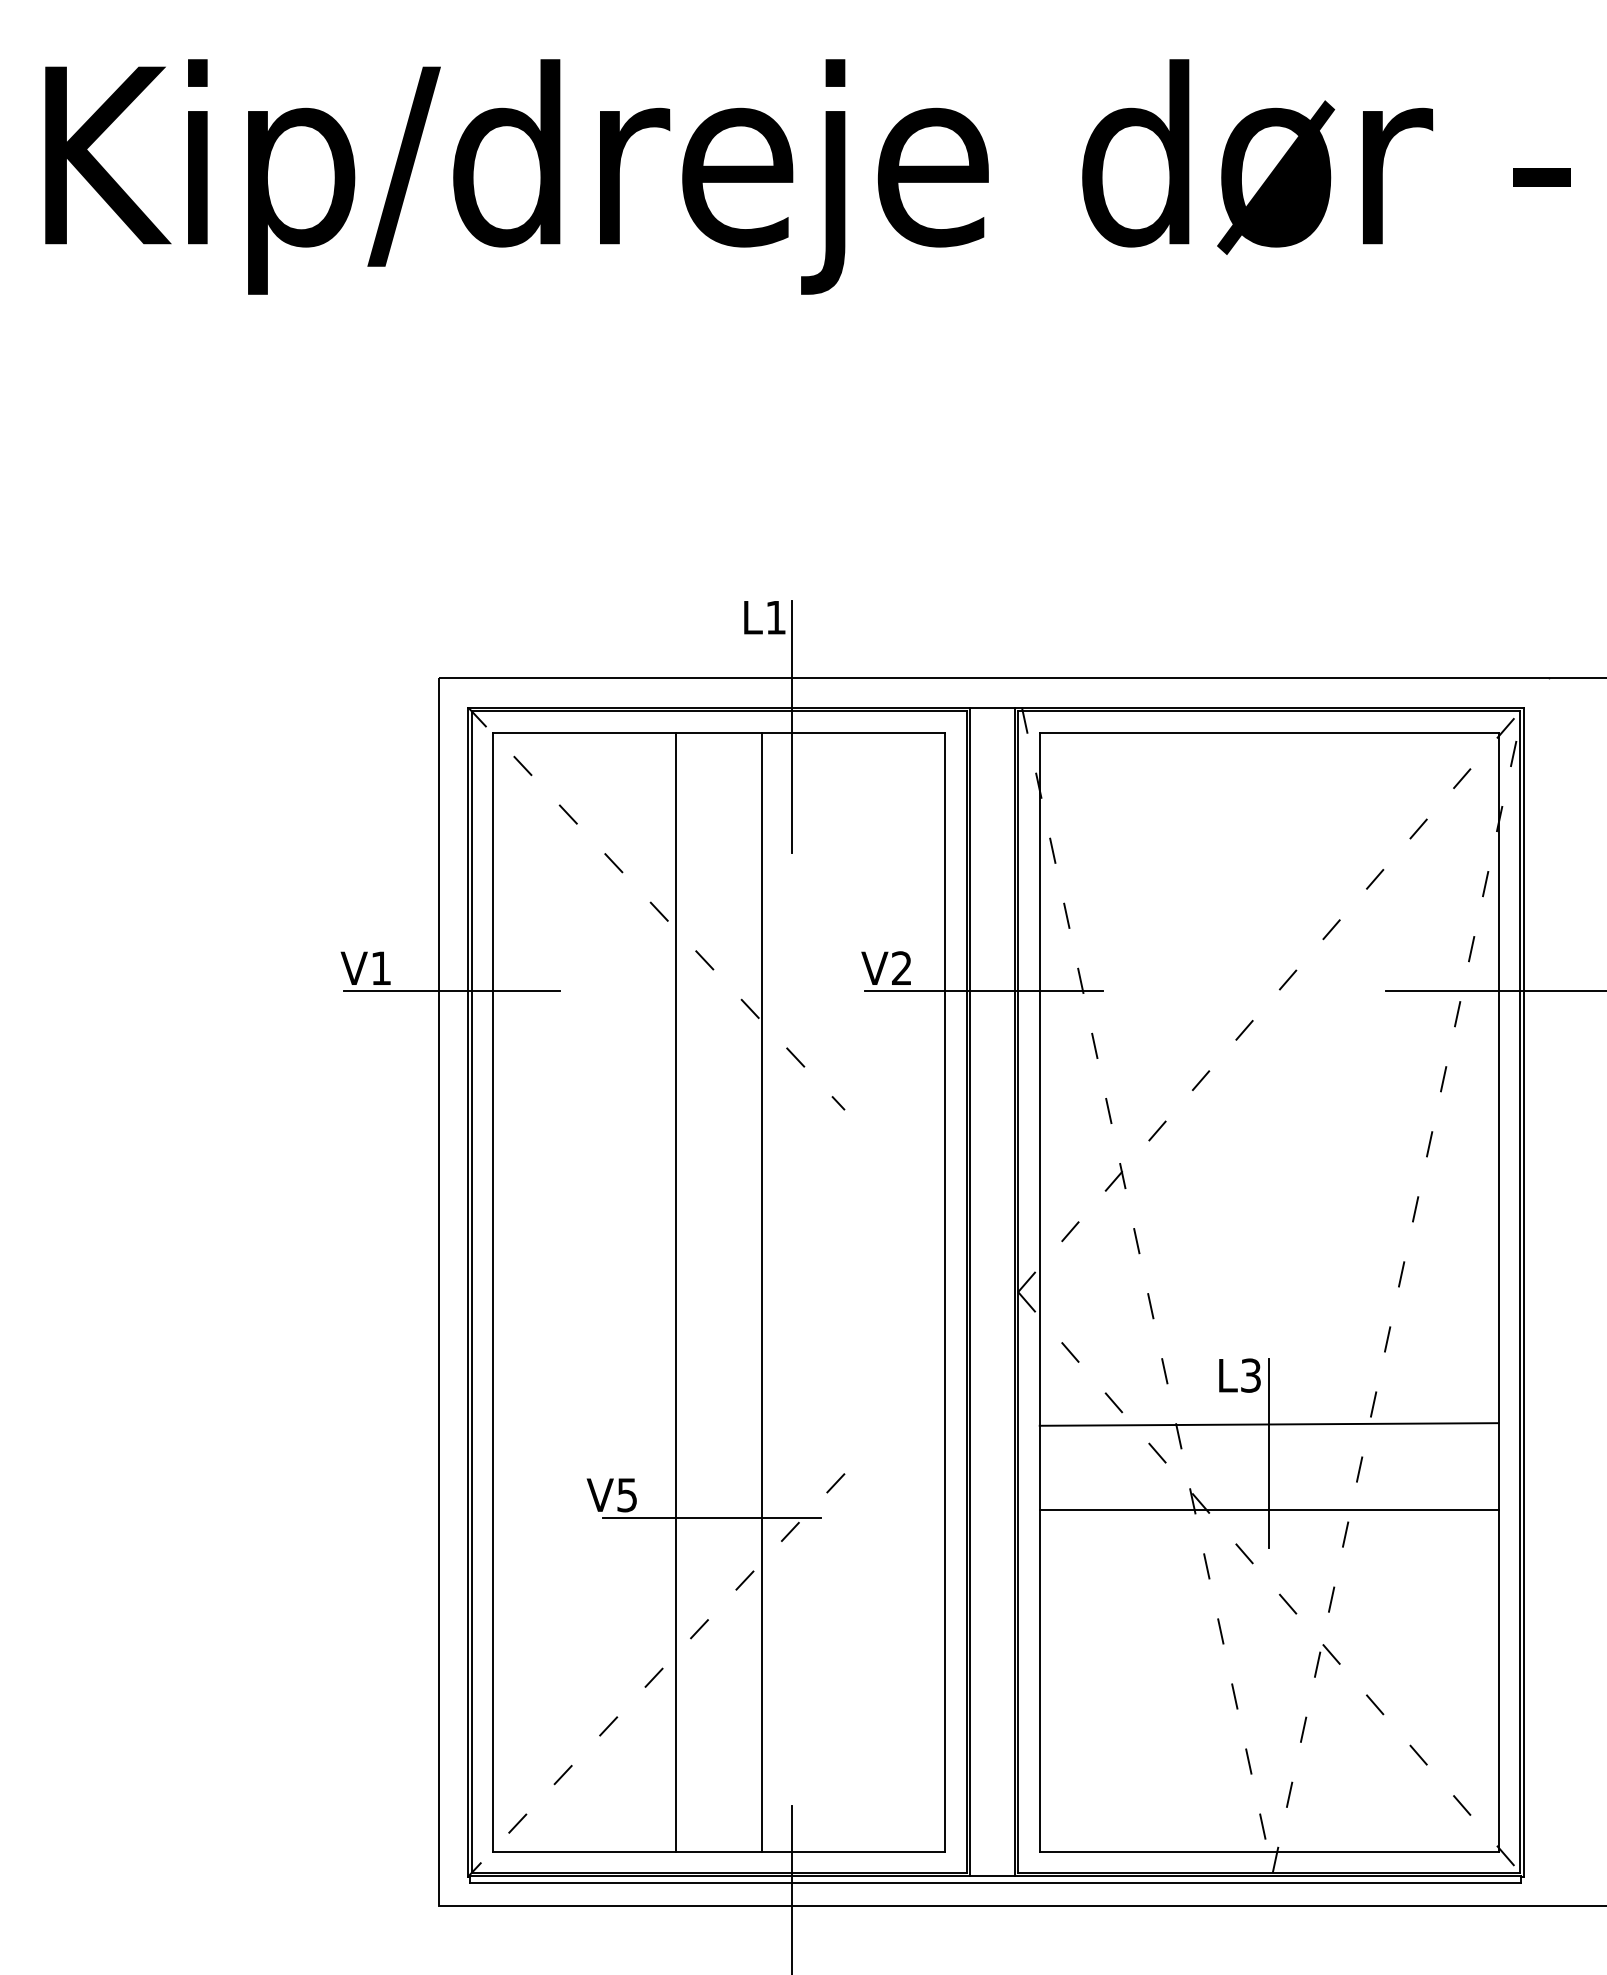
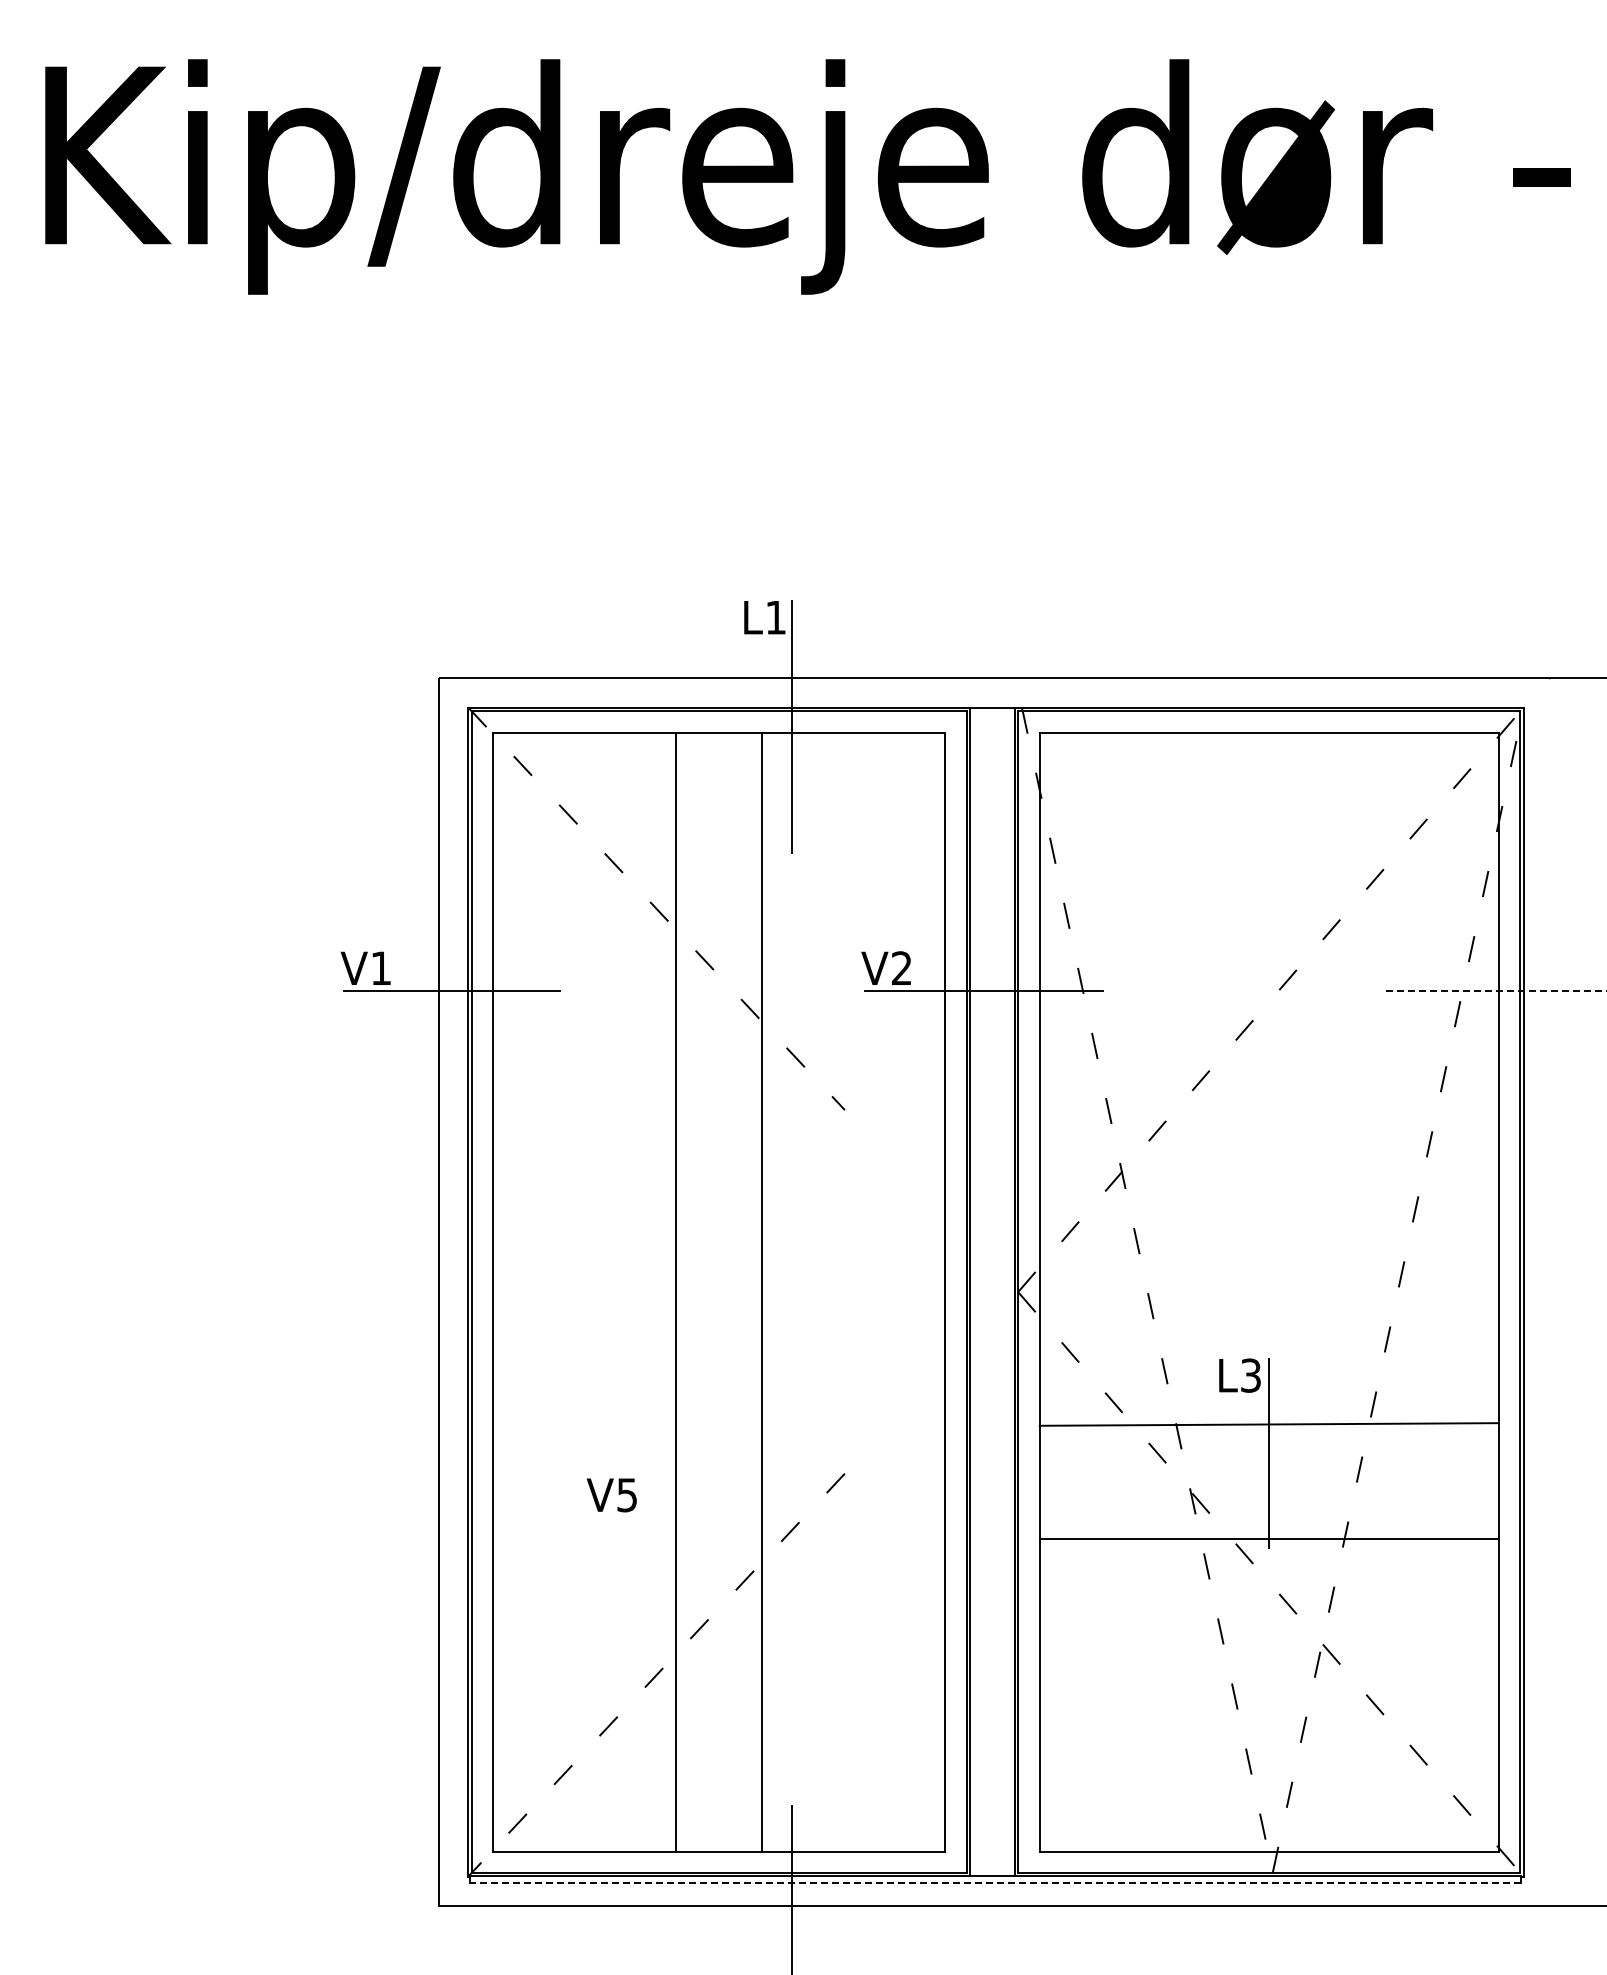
line at (1496, 991): solid -> dashed
line at (1268, 1509) position: (1268, 1509) -> (1268, 1538)
line at (712, 1517): present -> none
line at (995, 1883): solid -> dashed
